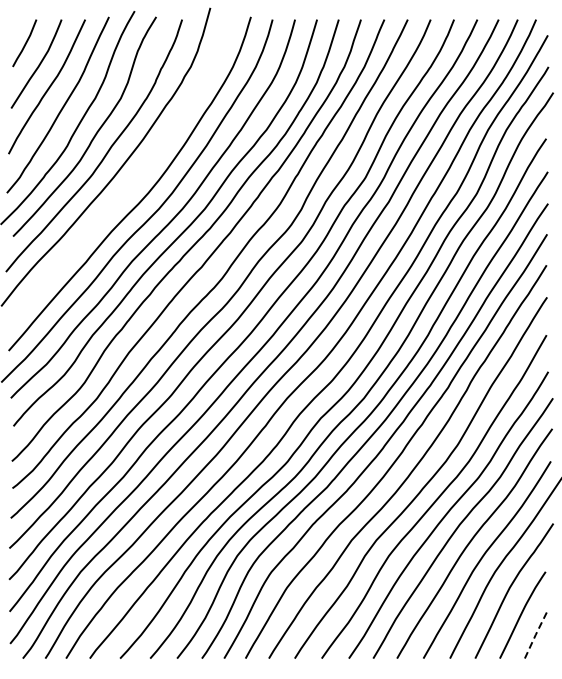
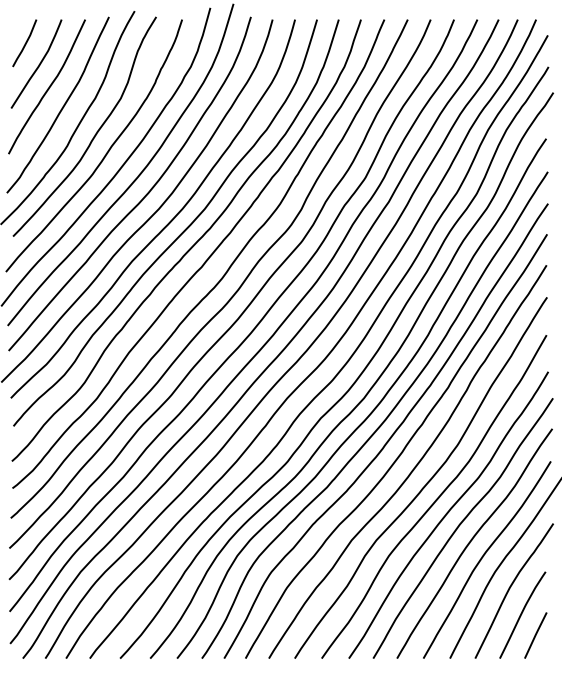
curve at (135, 178): none -> present
line at (535, 634): dashed -> solid
